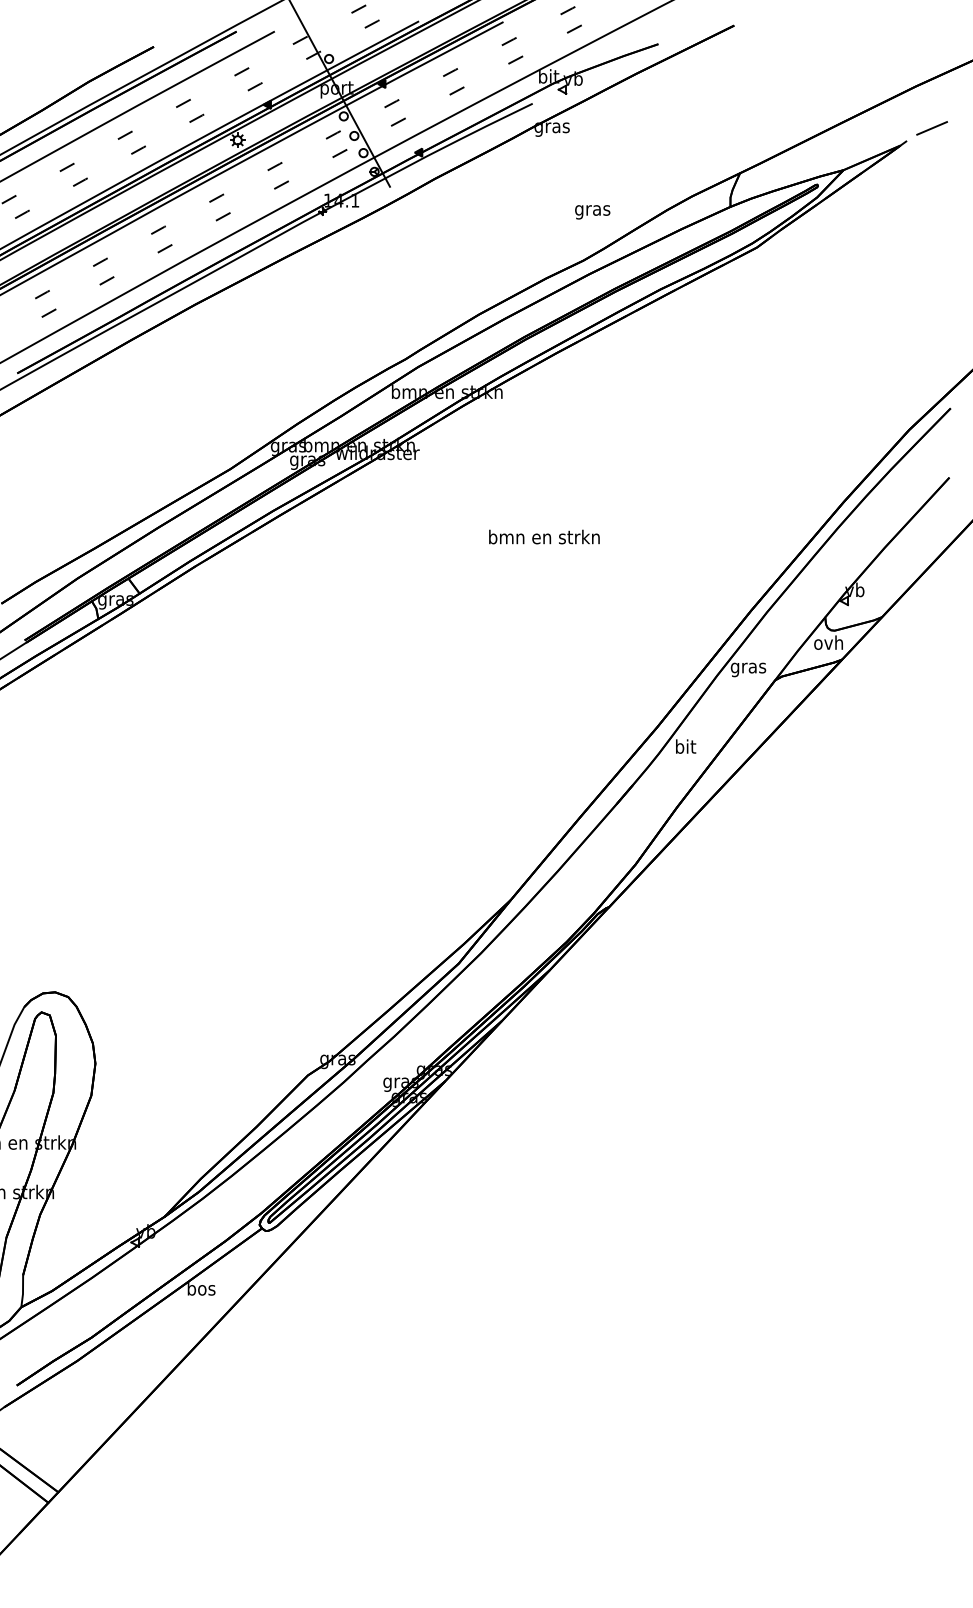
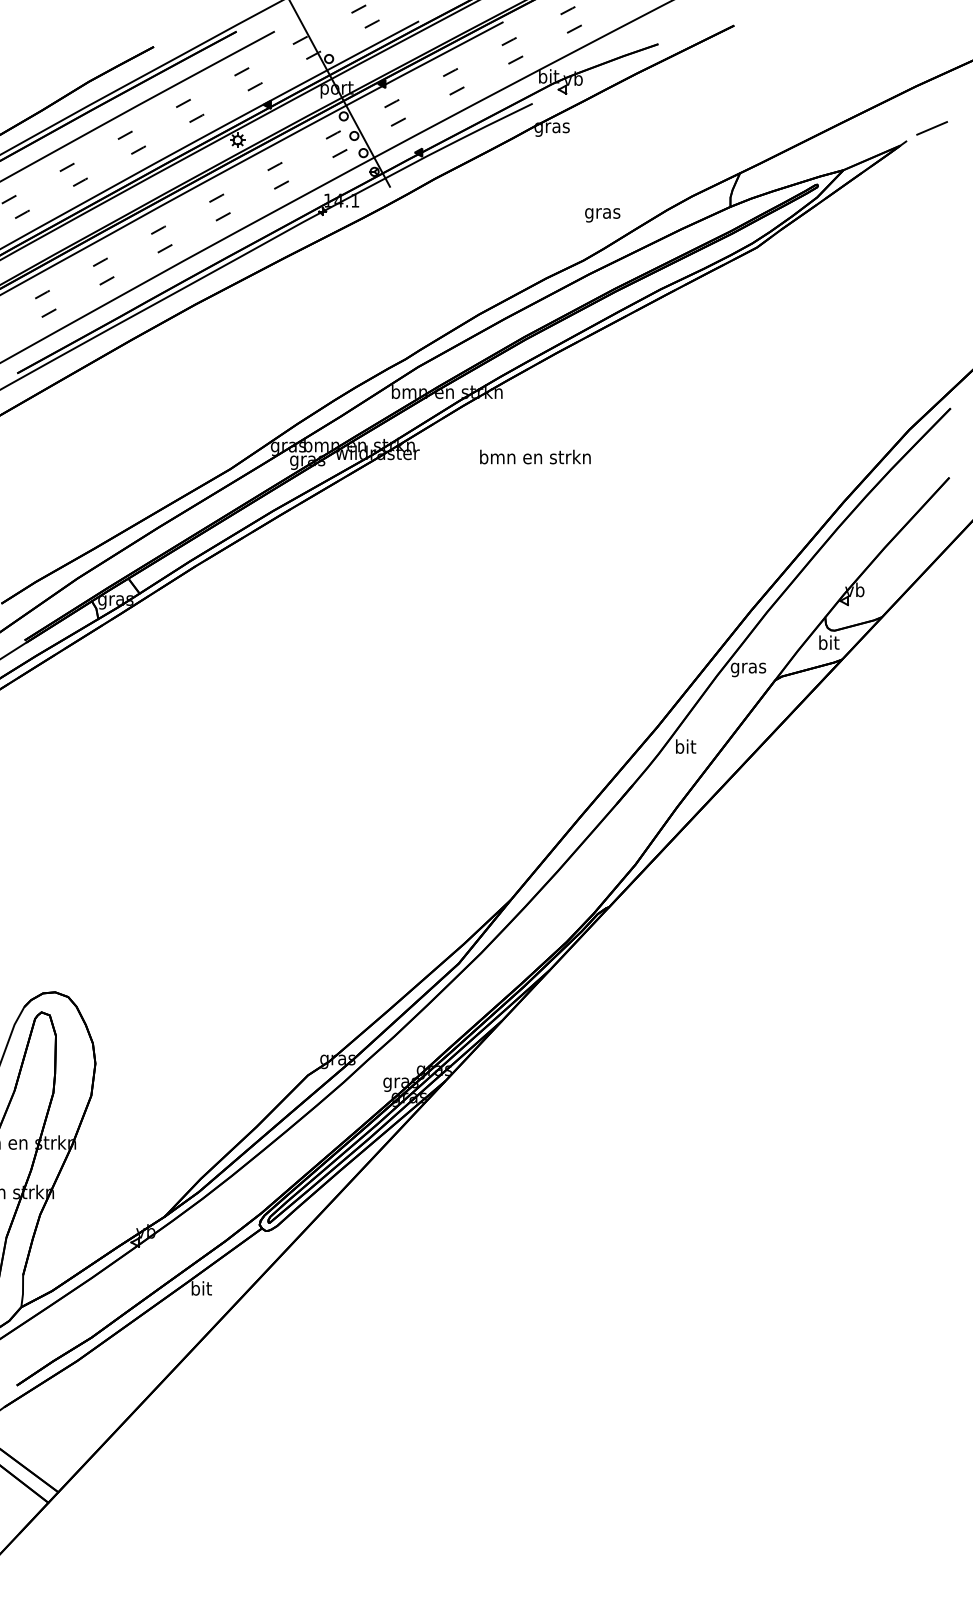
text at (592, 212) position: (592, 212) -> (602, 215)
text at (544, 536) position: (544, 536) -> (535, 456)
text at (828, 642): ovh -> bit
text at (201, 1288): bos -> bit
